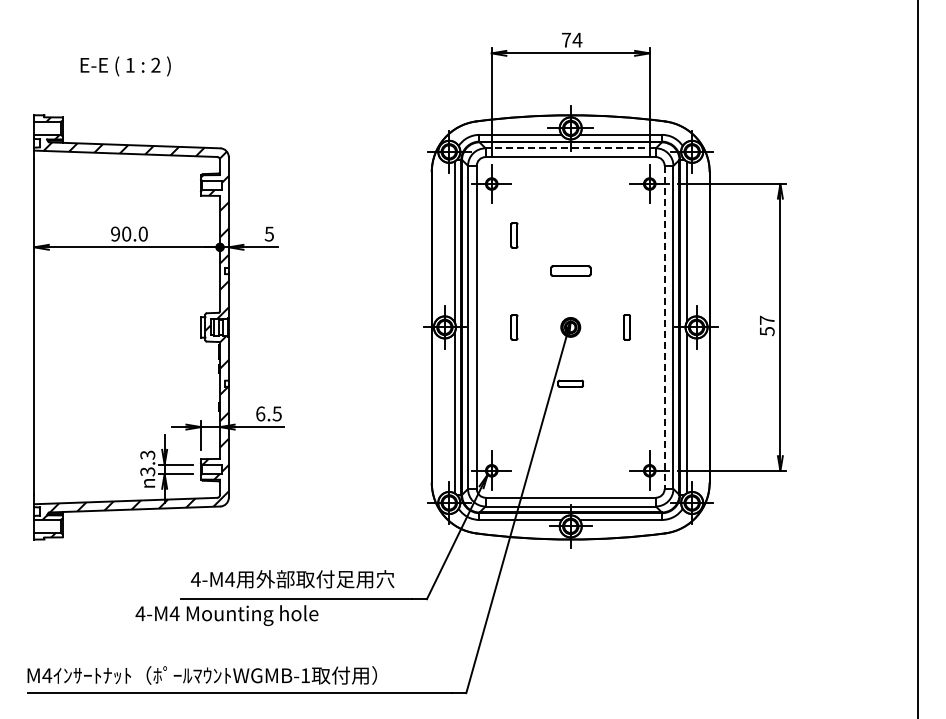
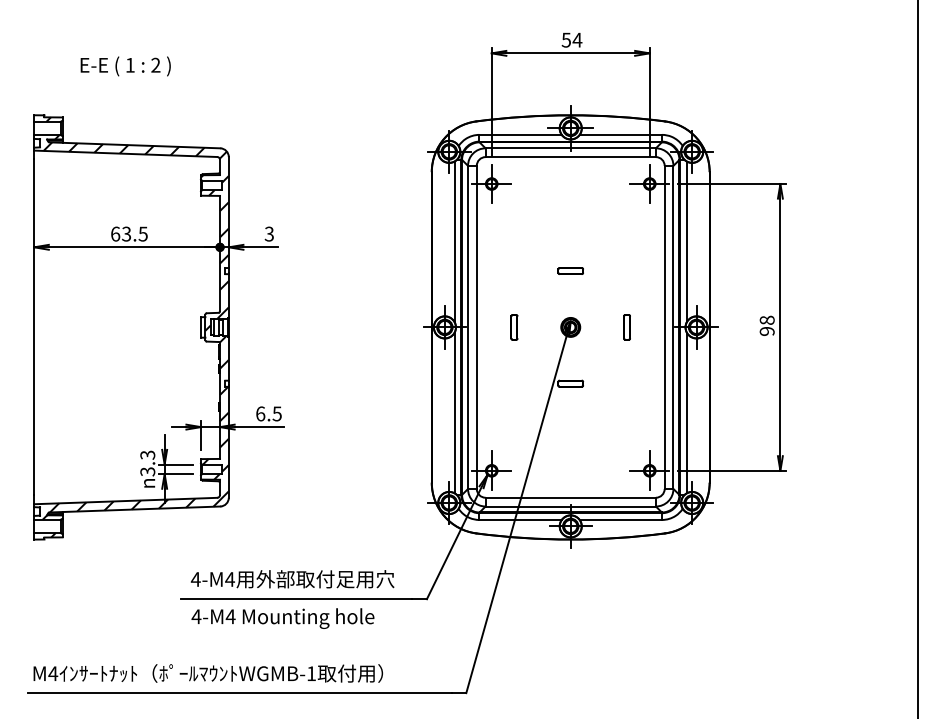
text at (566, 39): 74 -> 54
line at (570, 148): dashed -> solid
text at (129, 233): 90.0 -> 63.5
text at (269, 233): 5 -> 3
part at (514, 235): present -> none
part at (570, 270) size: 42x12 px -> 27x8 px
text at (766, 325): 57 -> 98
line at (664, 327): dashed -> solid
text at (226, 615) position: (226, 615) -> (282, 618)
text at (201, 675) position: (201, 675) -> (207, 673)
